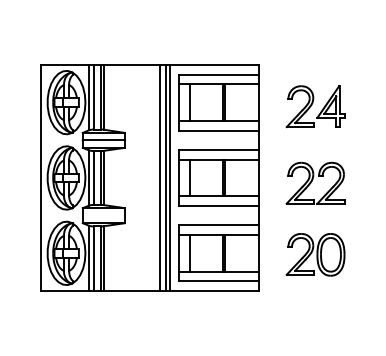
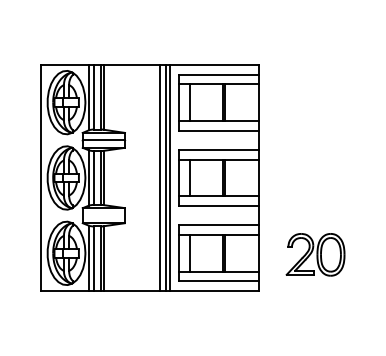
part at (315, 106): present -> none
part at (315, 182): present -> none
